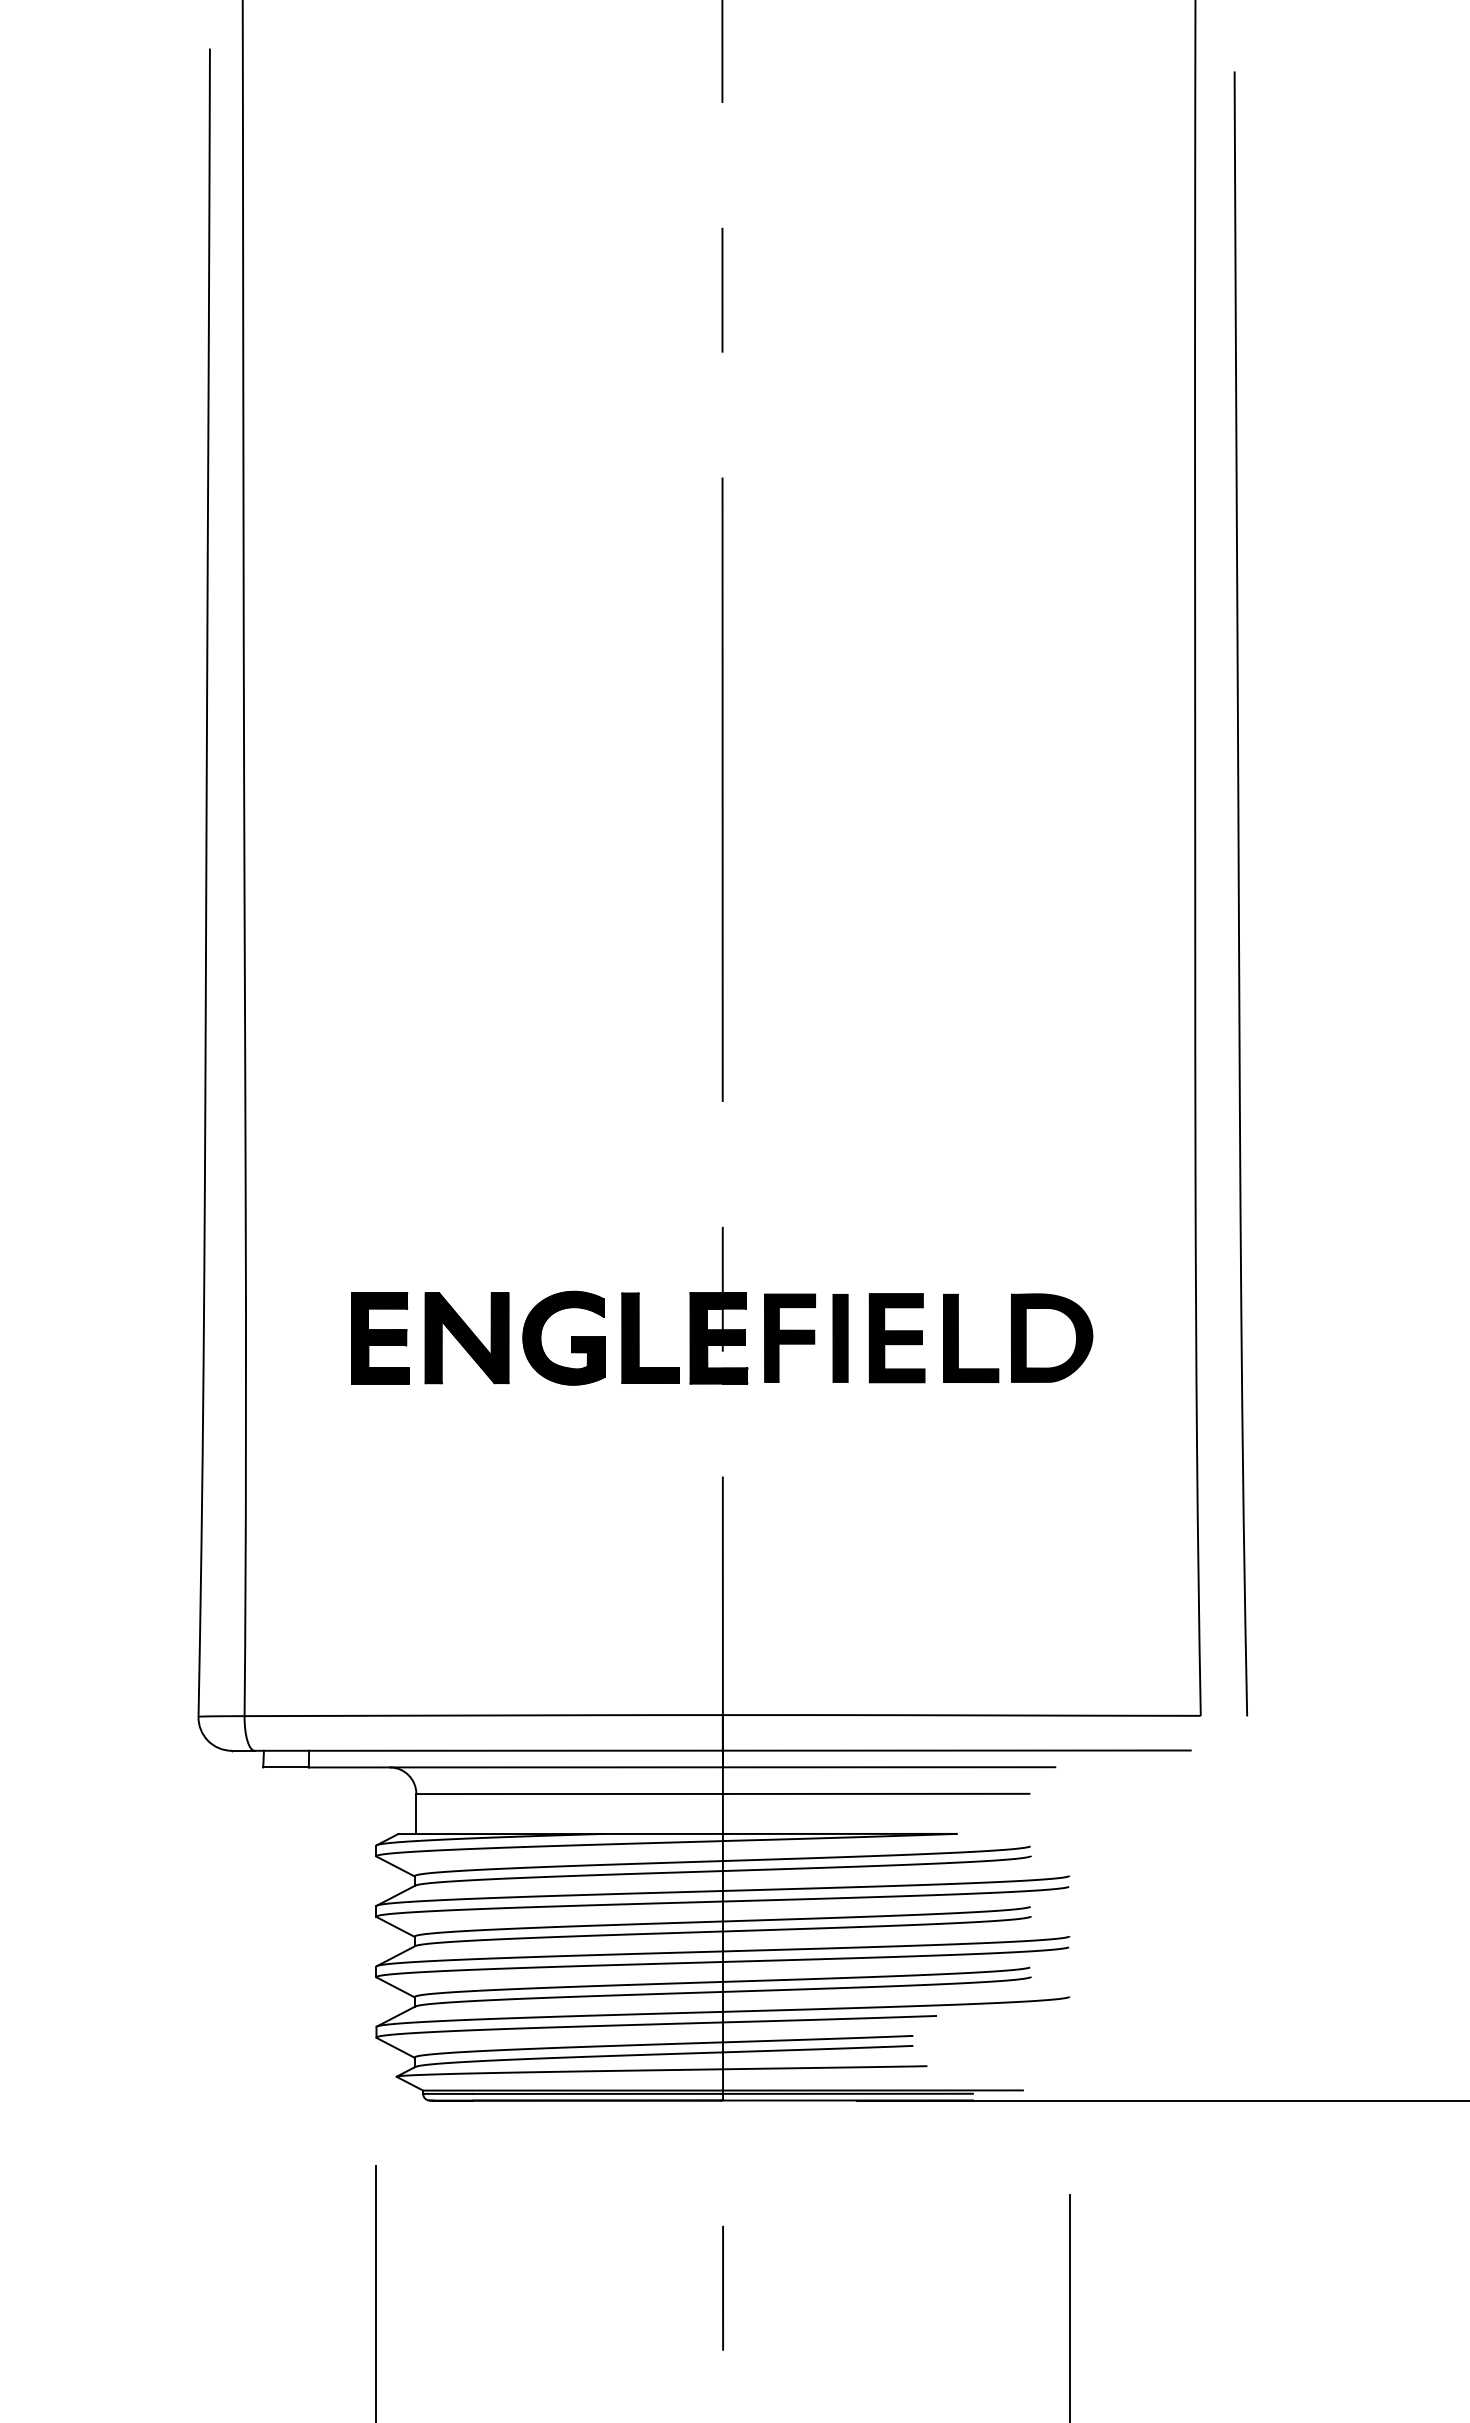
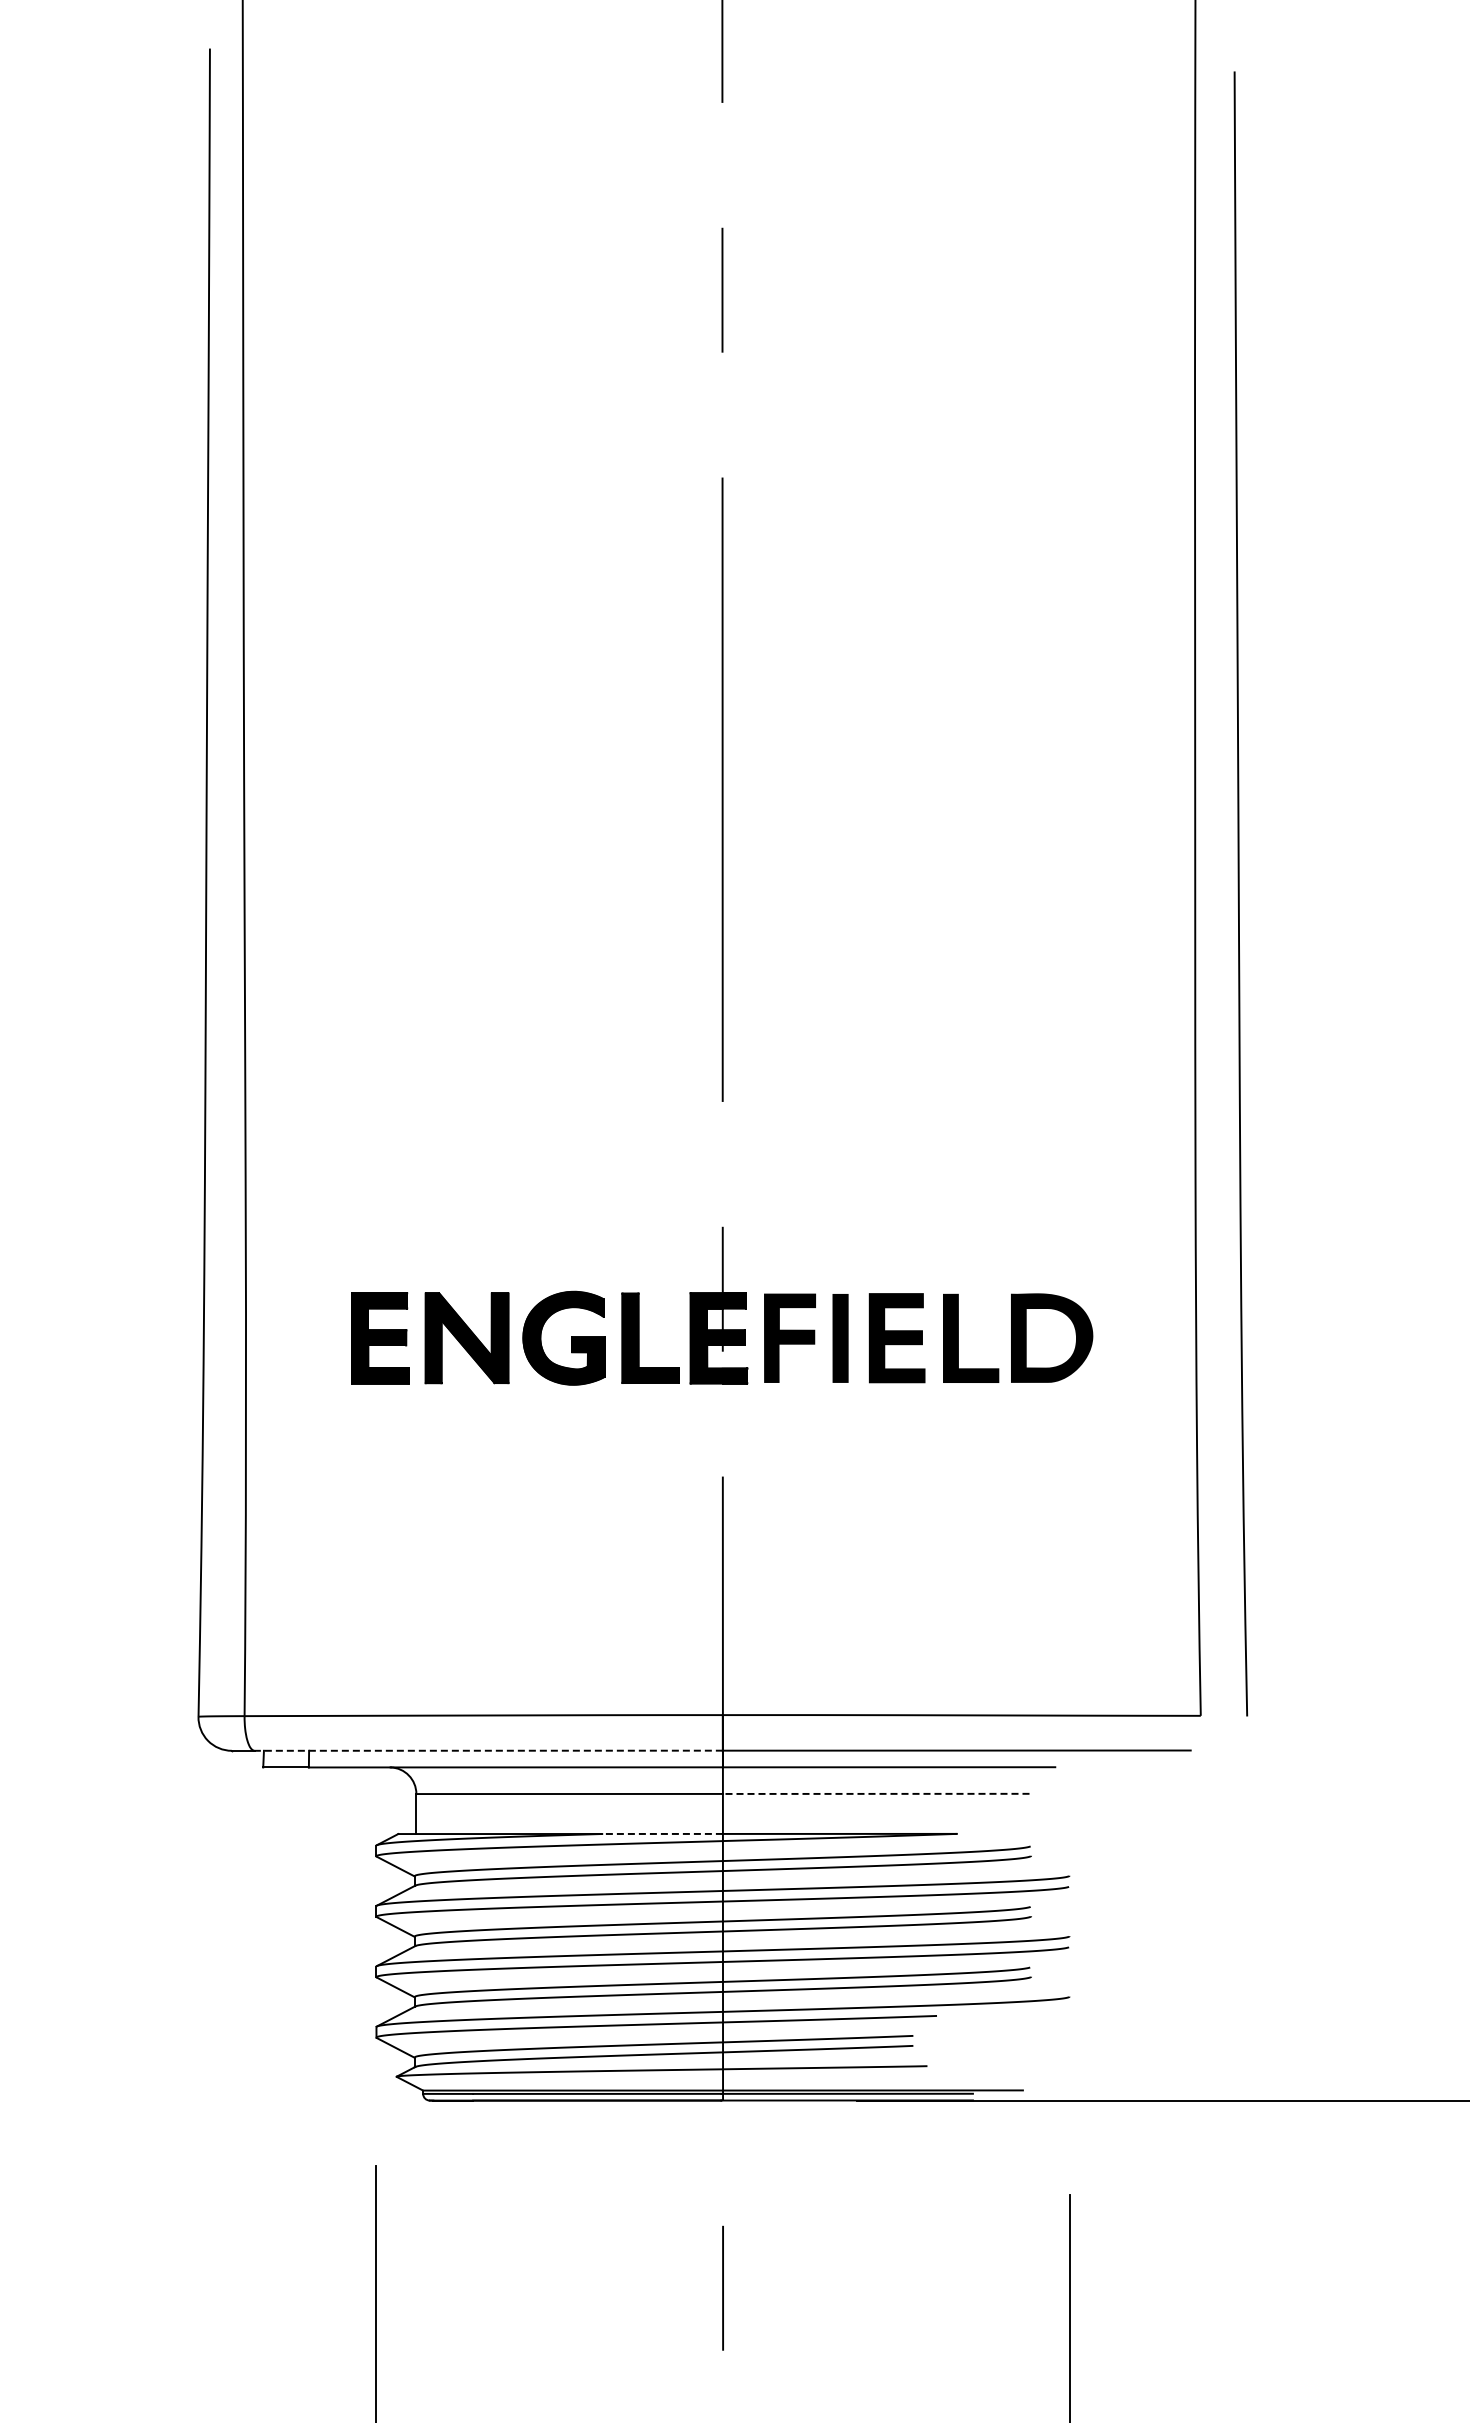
line at (488, 1750): solid -> dashed
line at (875, 1793): solid -> dashed
line at (662, 1833): solid -> dashed
